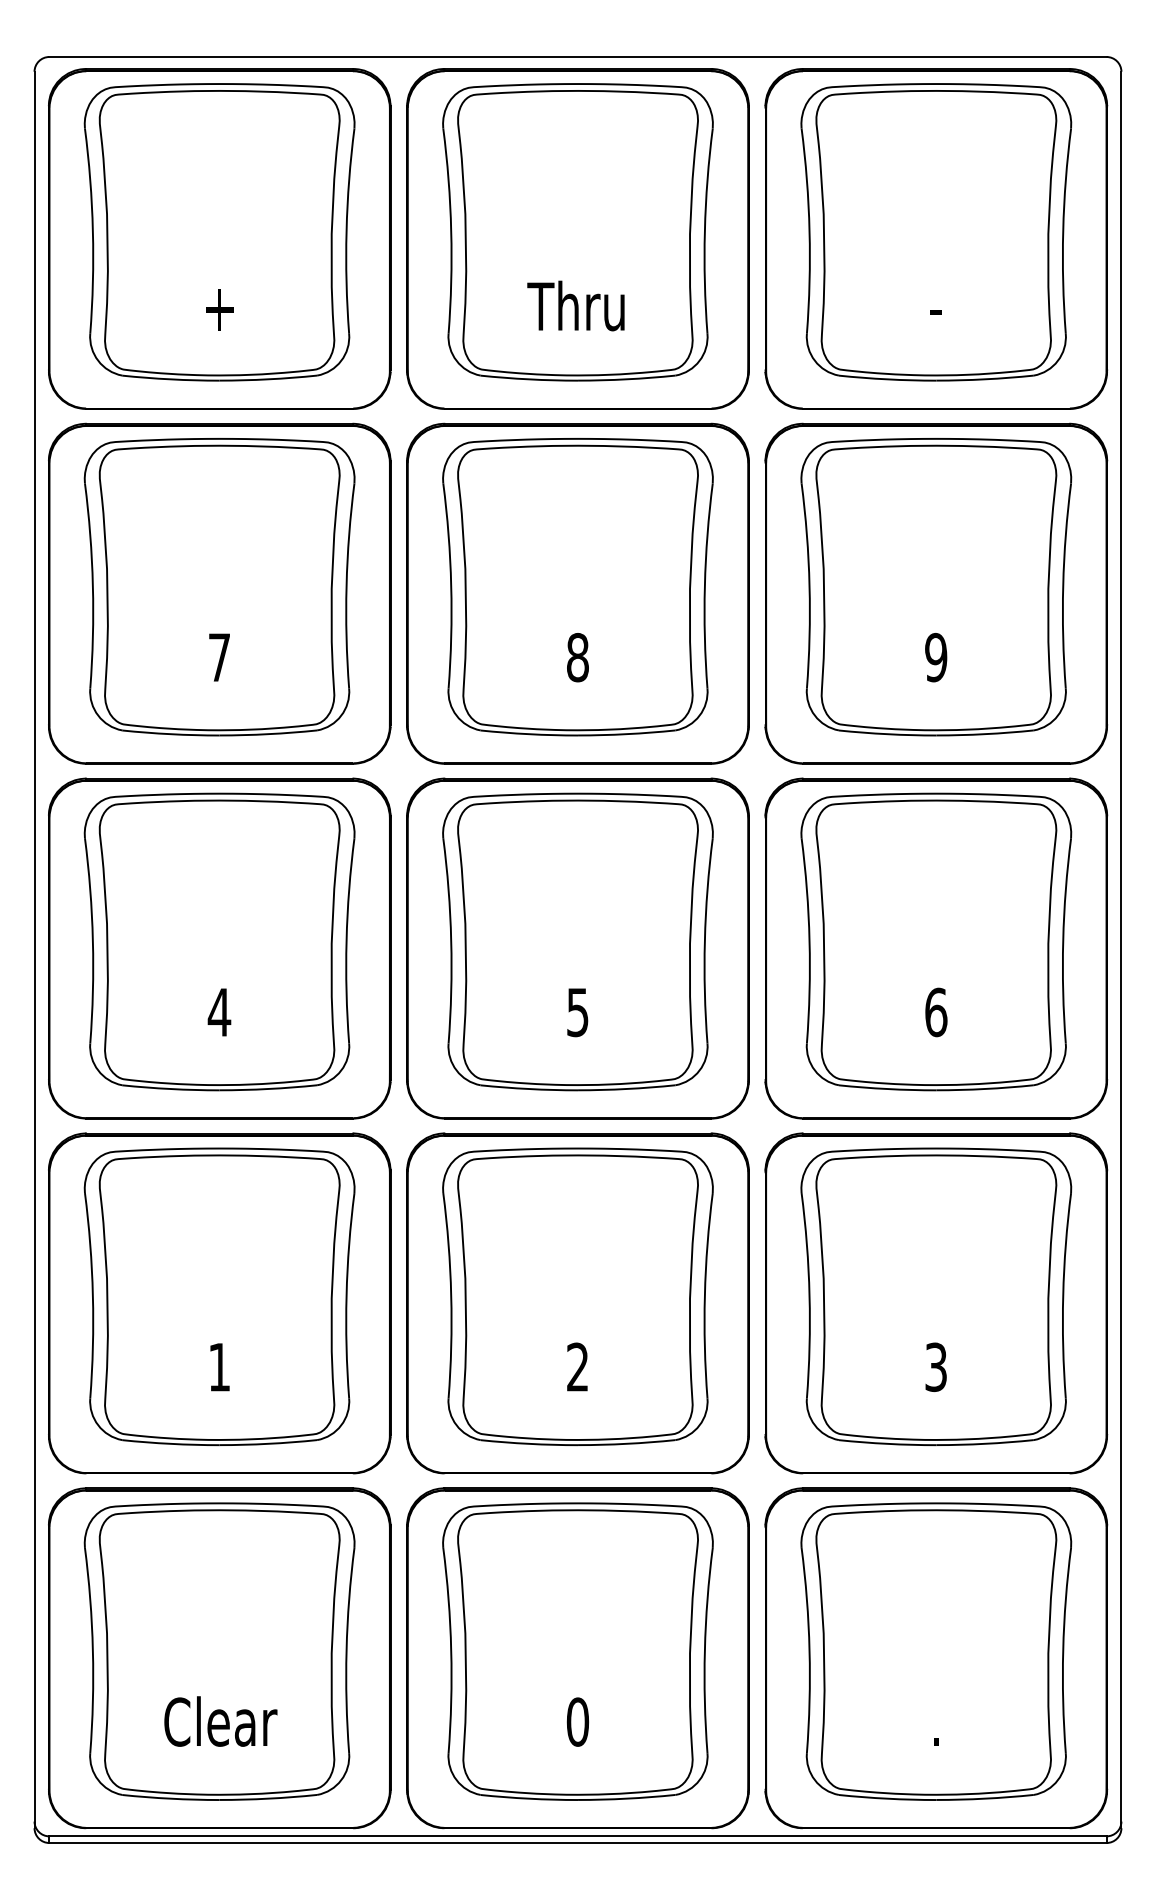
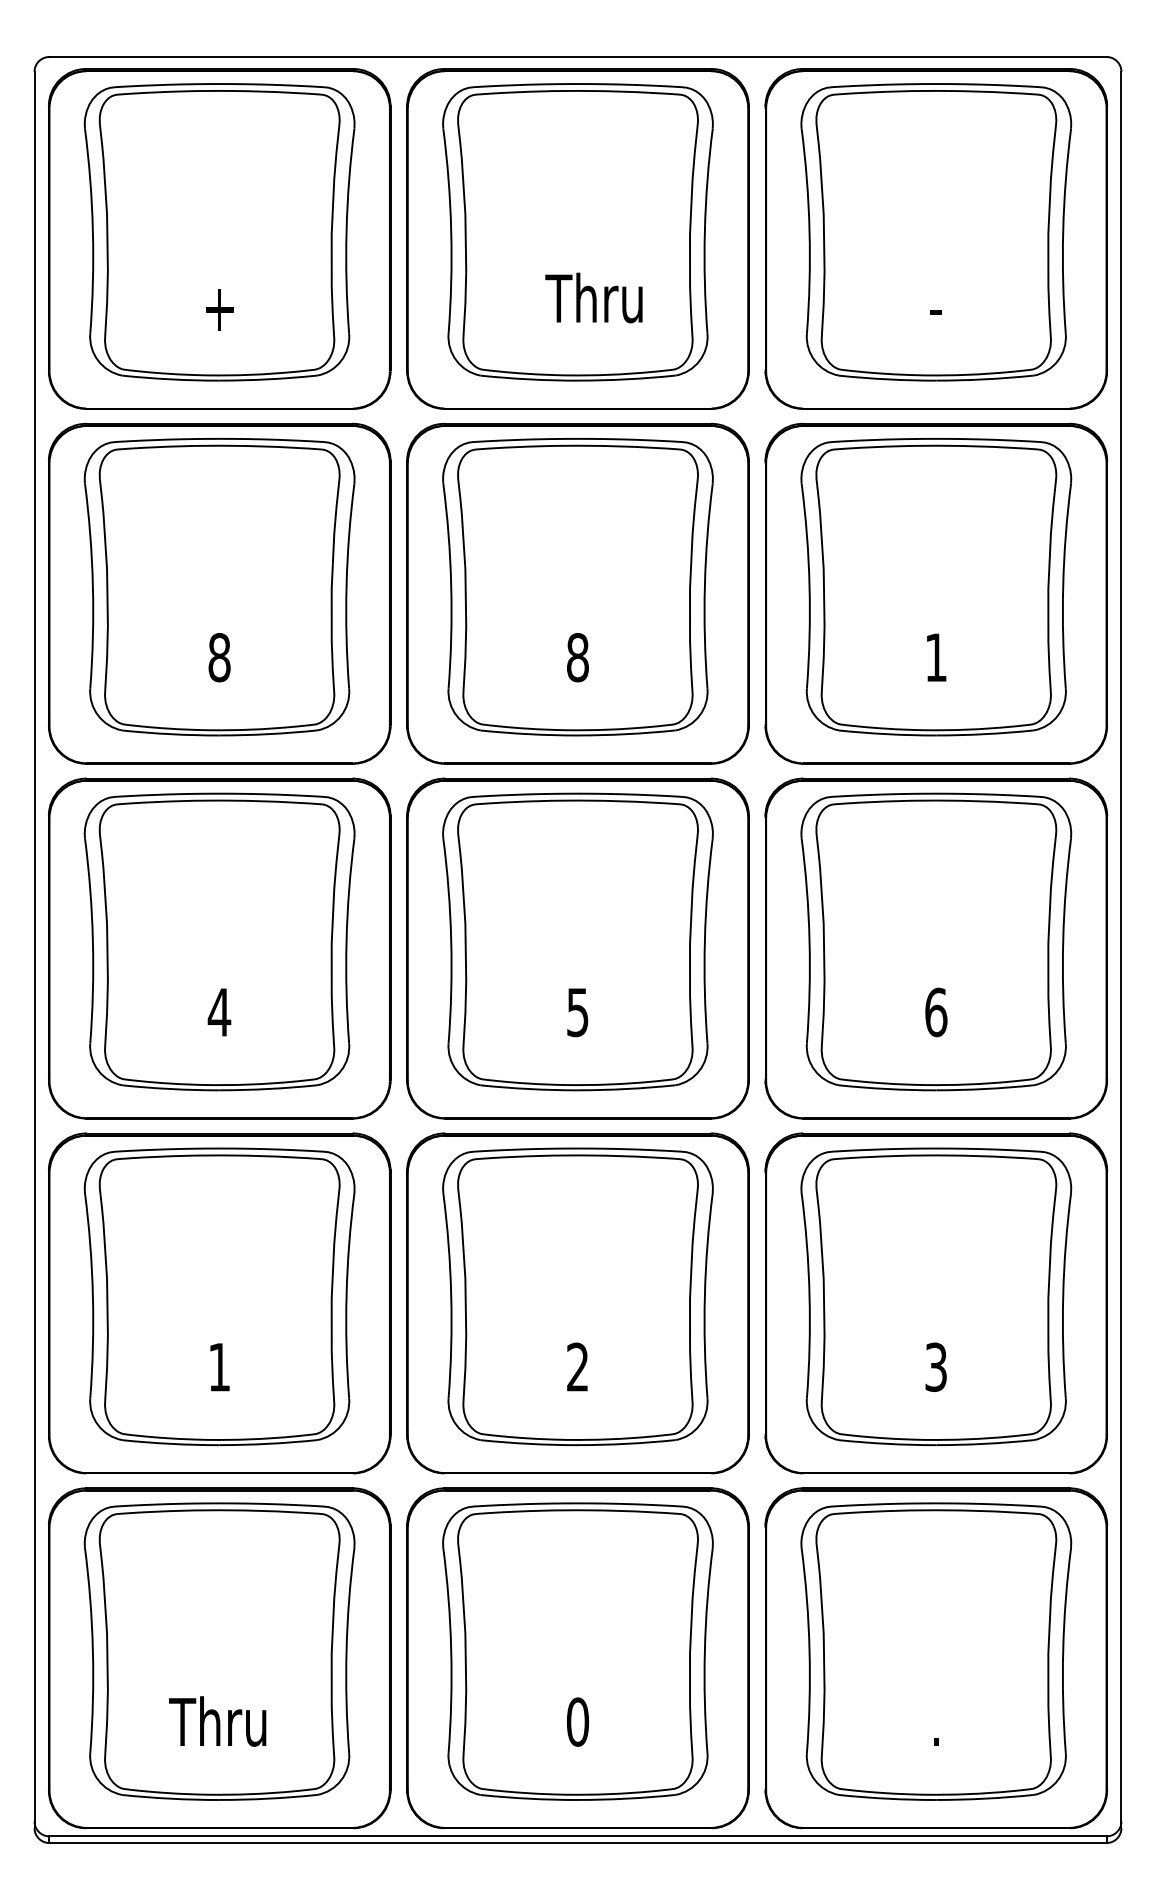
text at (575, 305) position: (575, 305) -> (593, 297)
text at (219, 657): 7 -> 8
text at (936, 657): 9 -> 1
text at (220, 1721): Clear -> Thru
